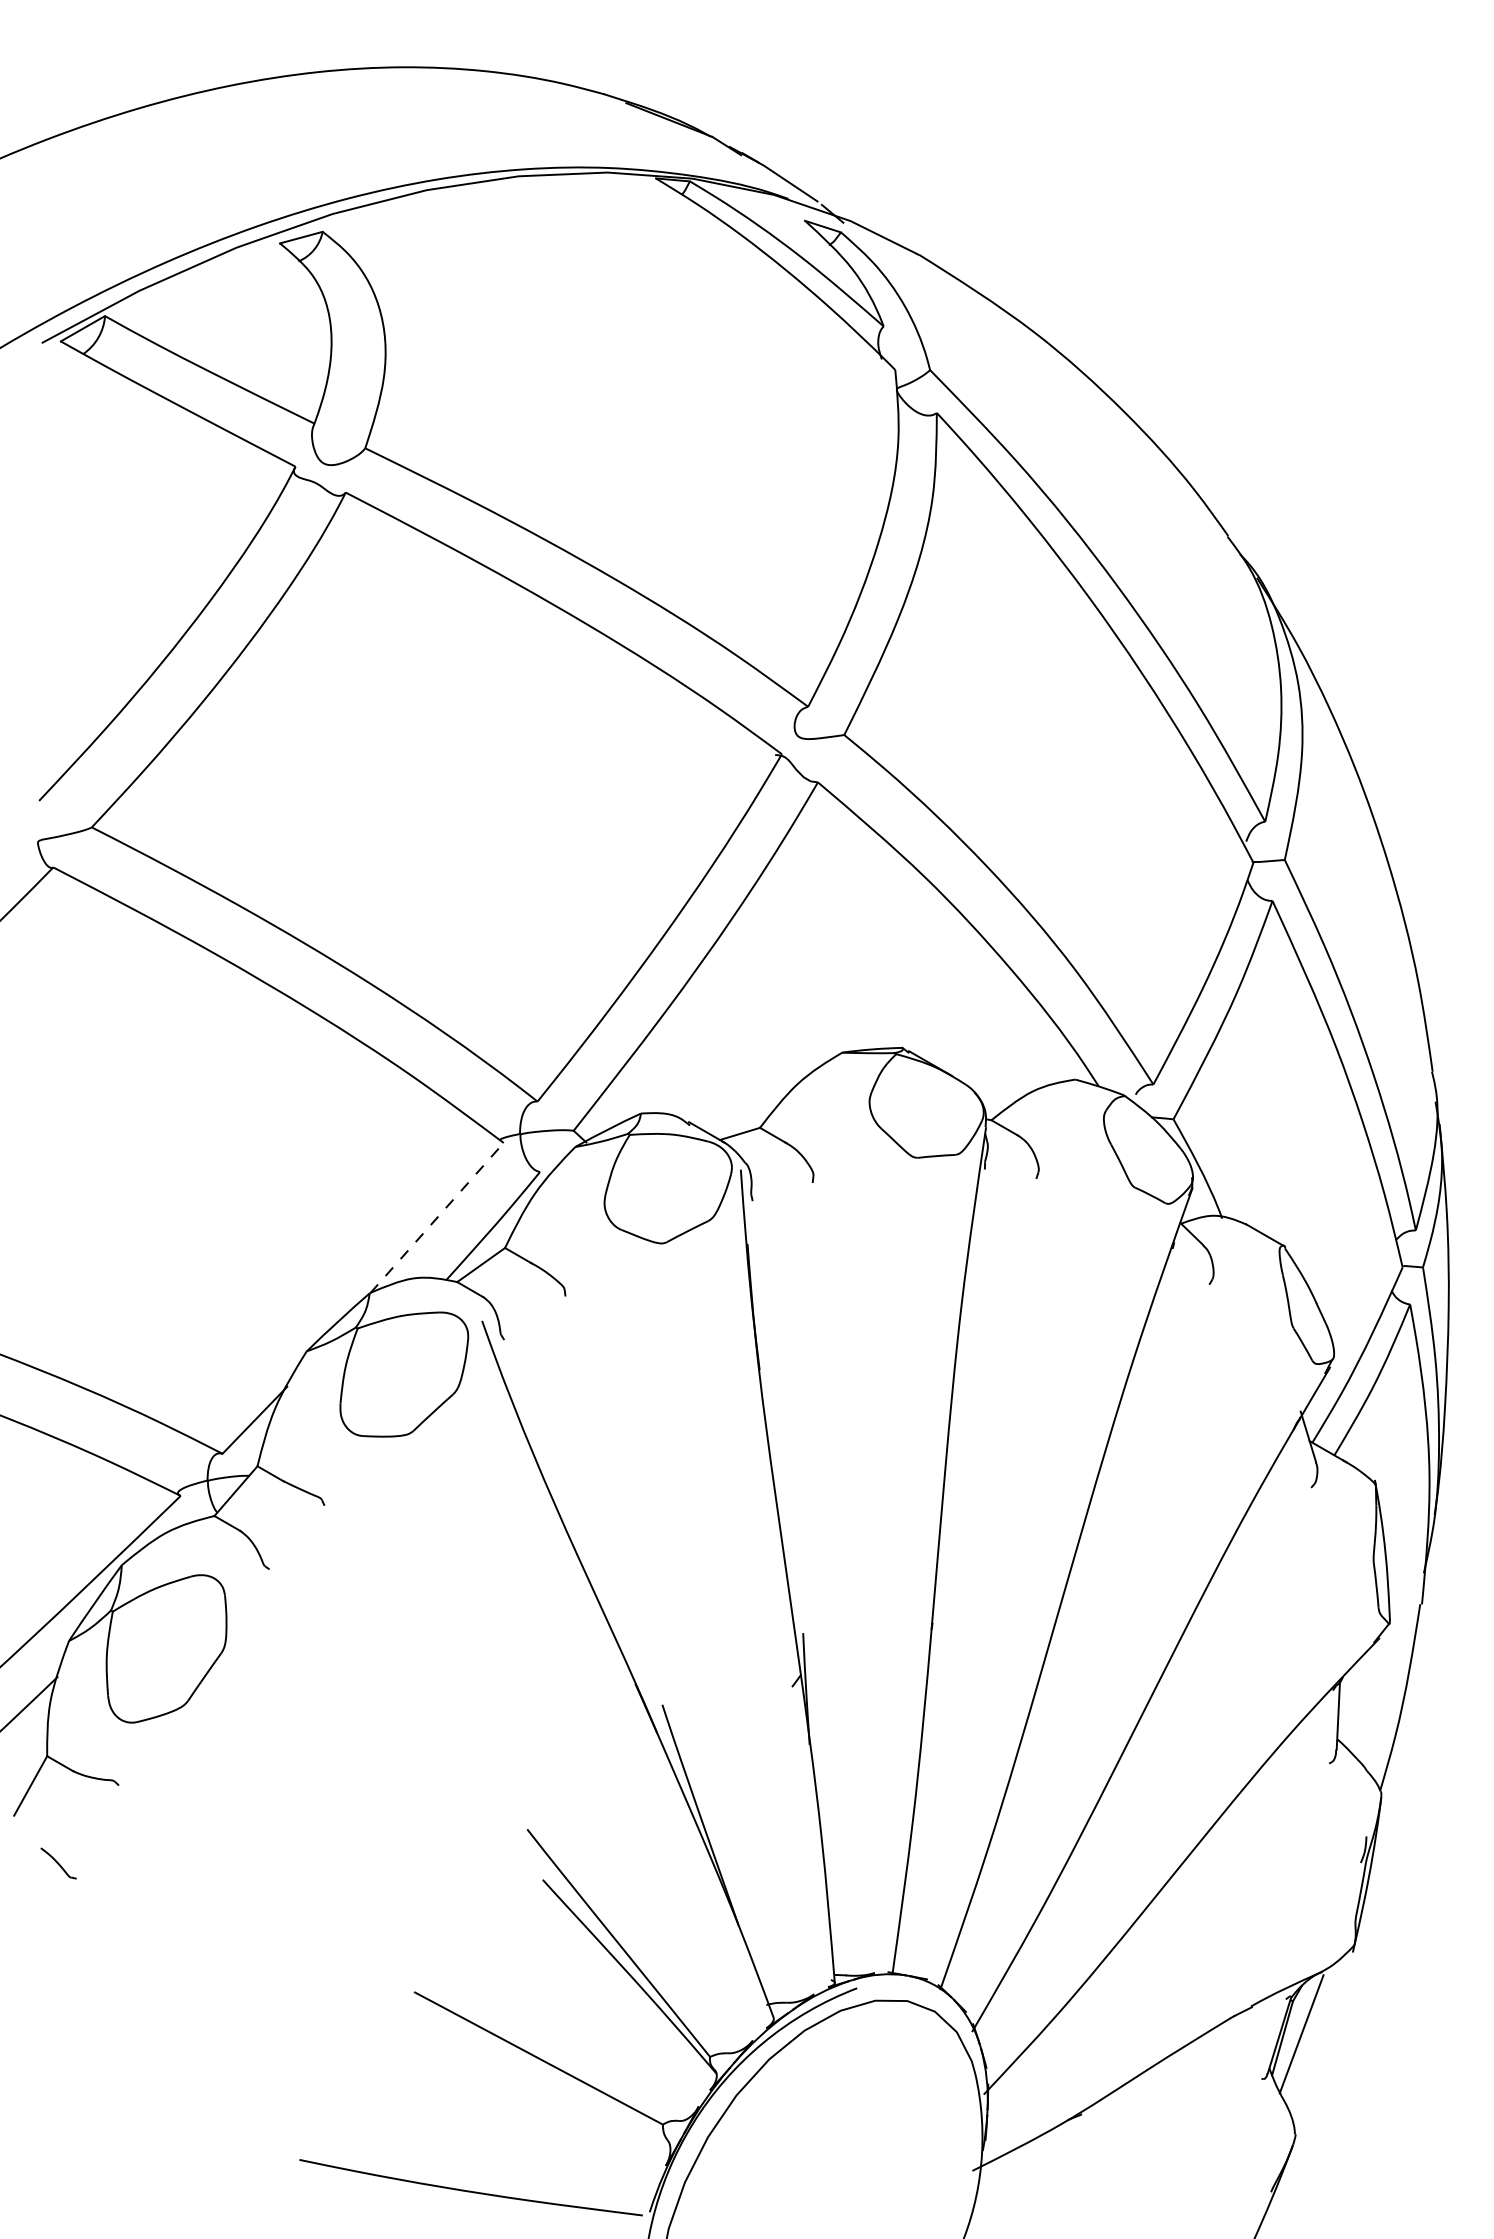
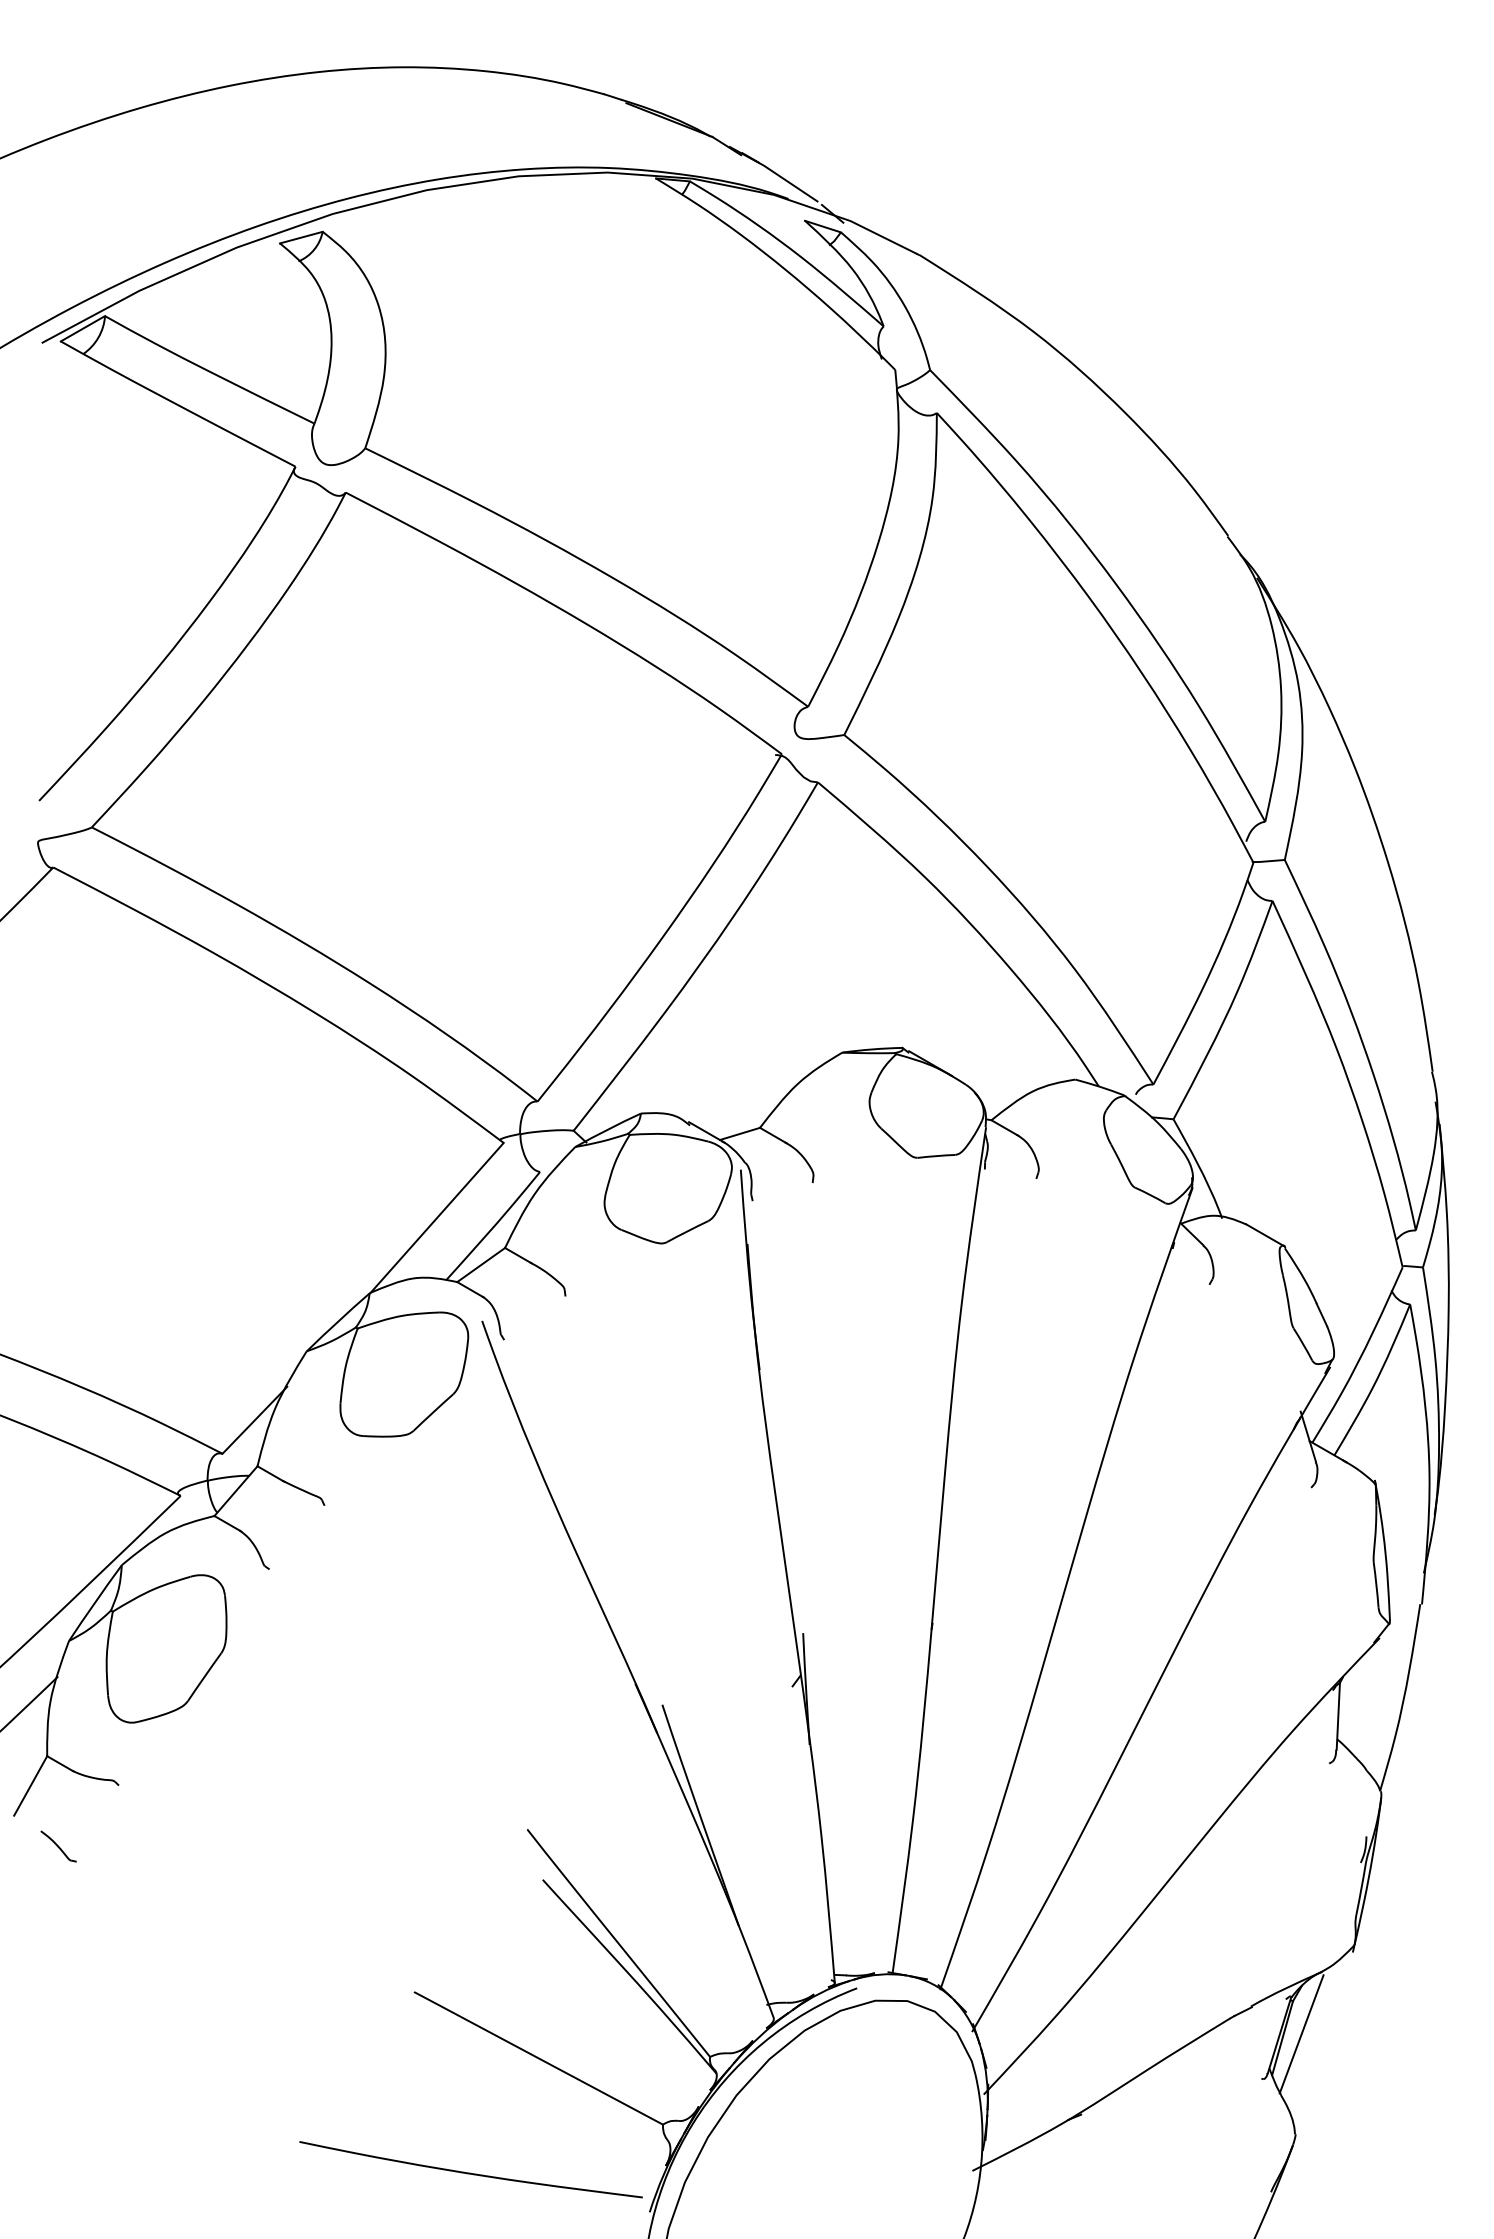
line at (437, 1217): dashed -> solid
part at (58, 1863) position: (58, 1863) -> (58, 1846)
curve at (470, 2190) position: (470, 2190) -> (470, 2172)
